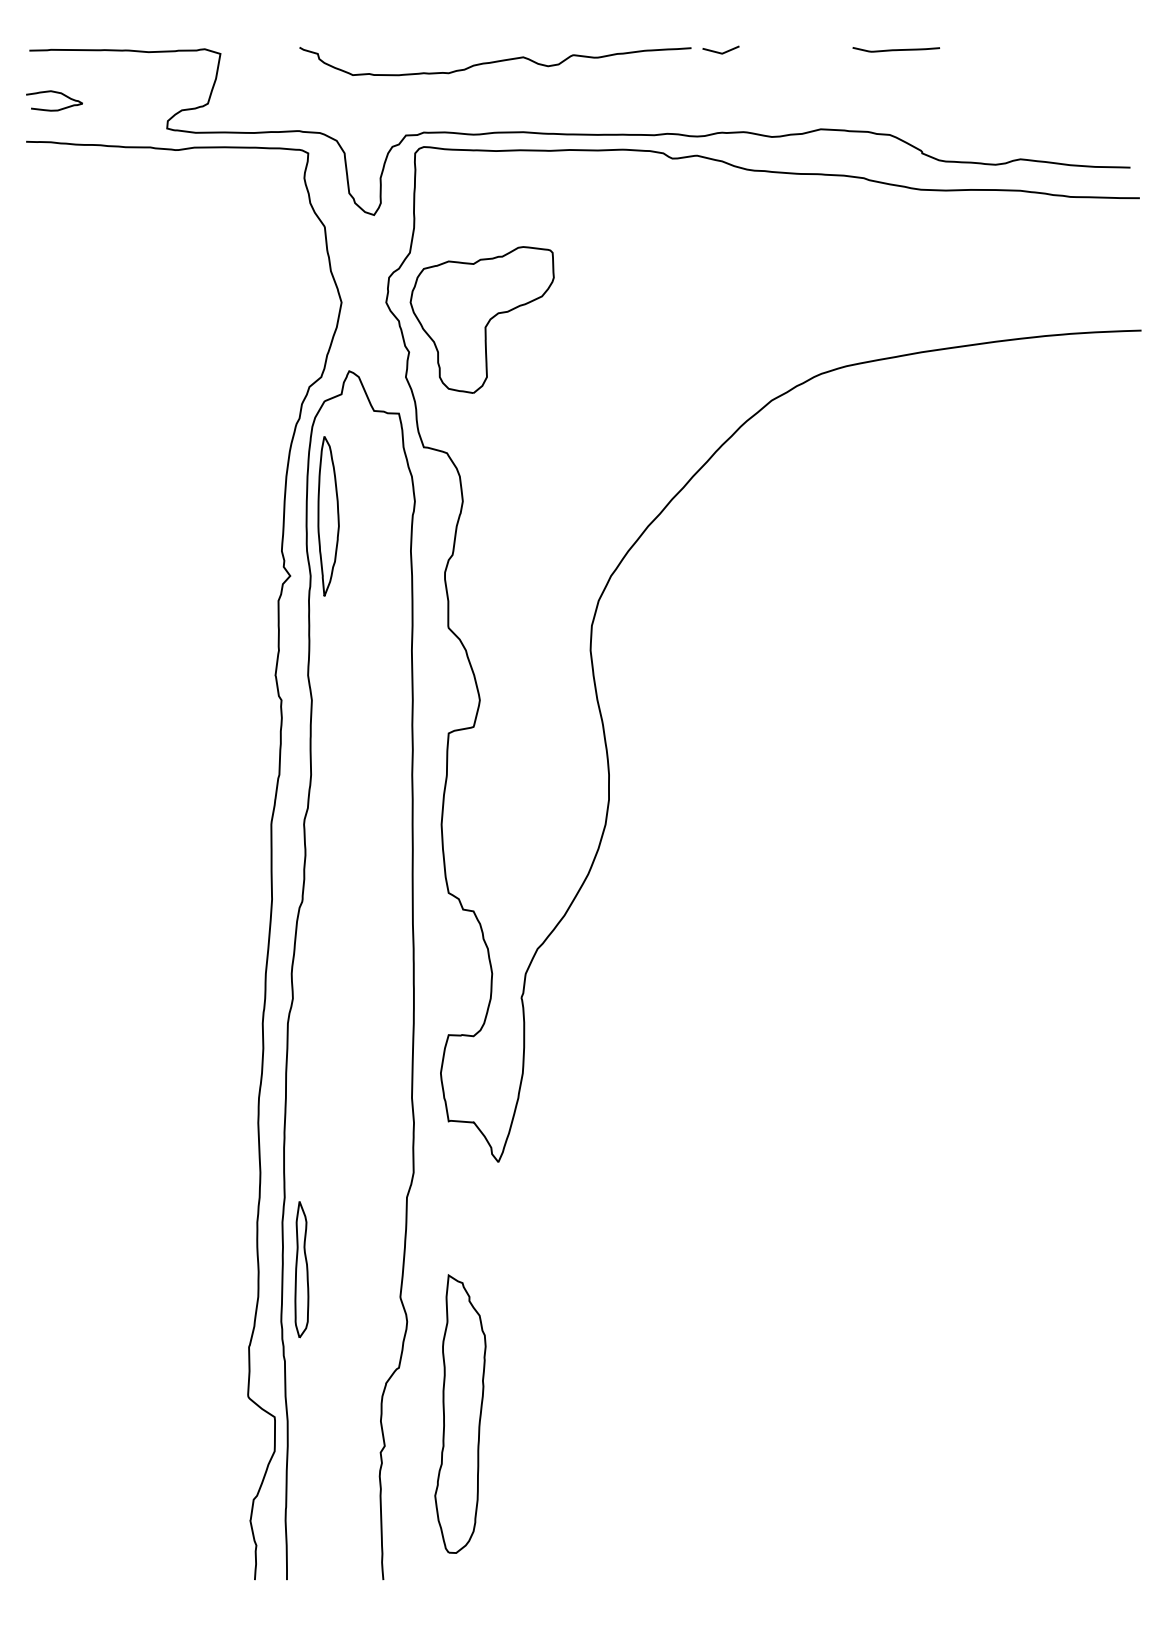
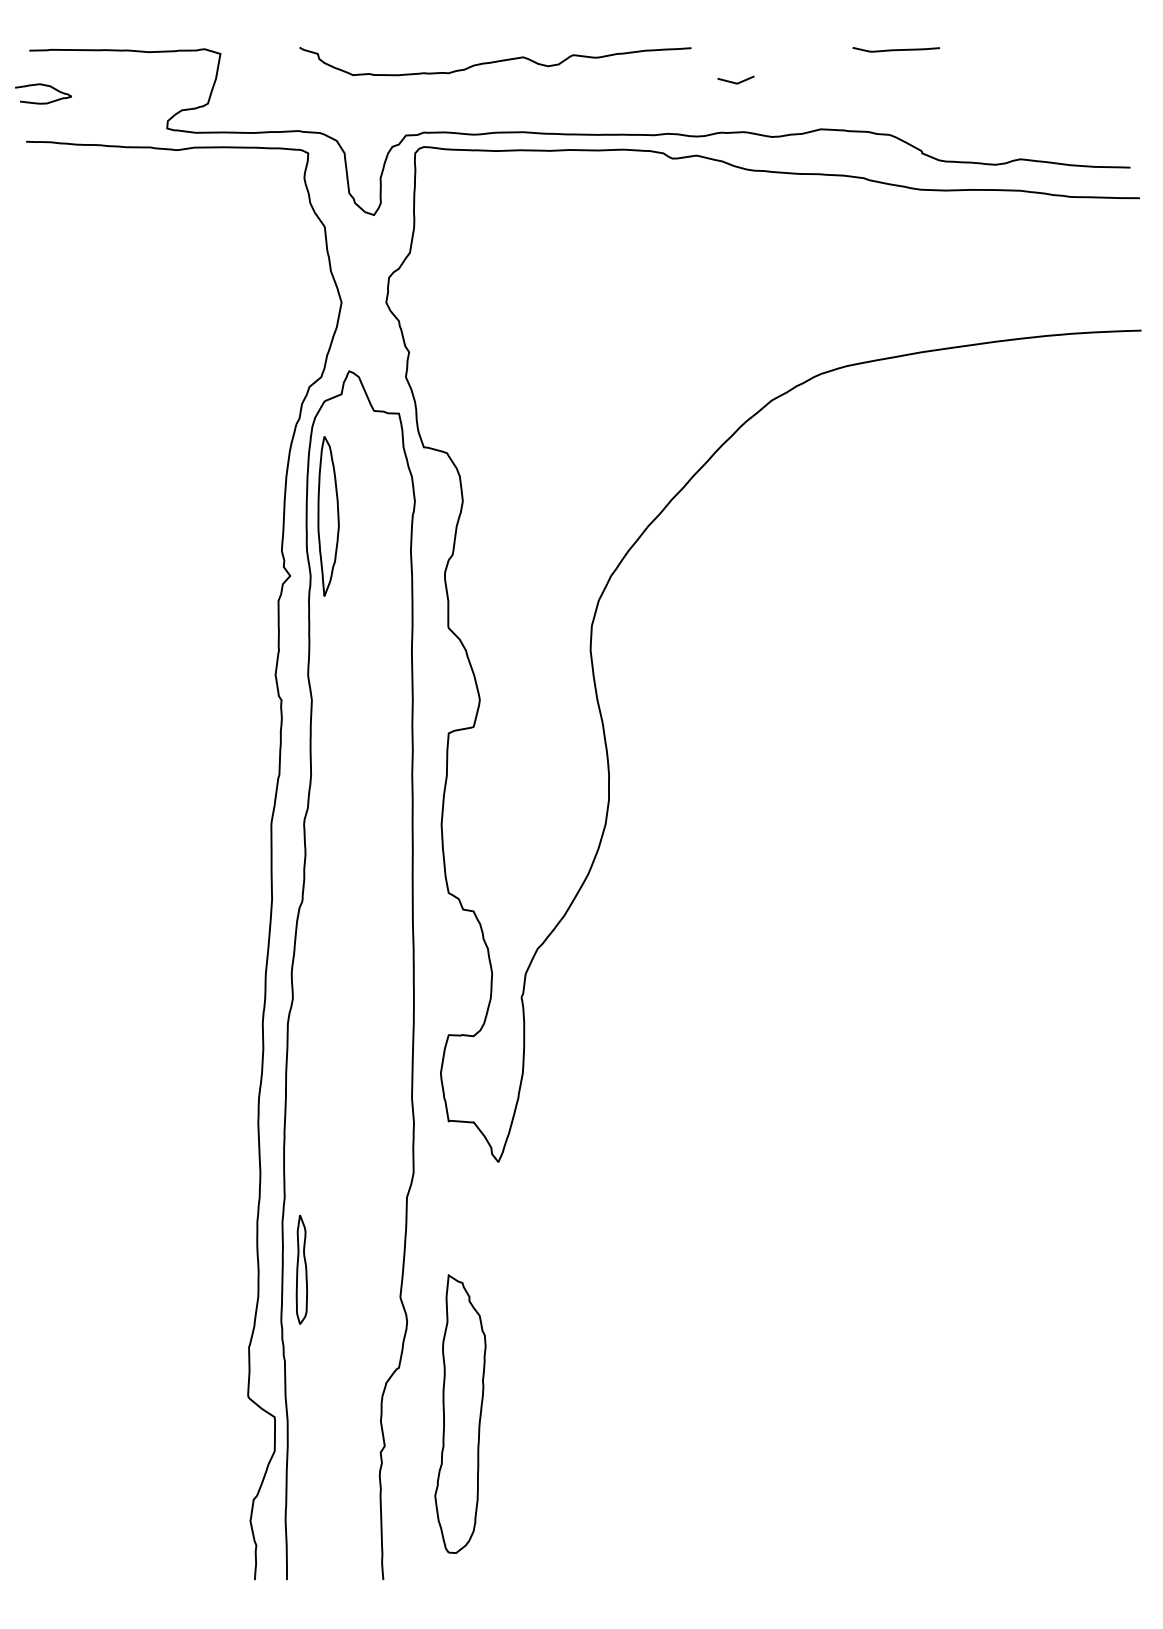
line at (718, 51) position: (718, 51) -> (733, 81)
curve at (56, 93) position: (56, 93) -> (45, 86)
part at (481, 319): present -> none
part at (301, 1269) size: 16x138 px -> 13x111 px
